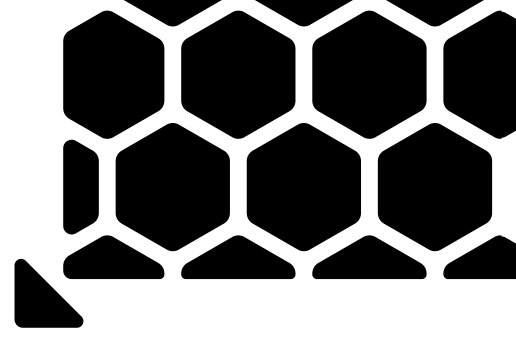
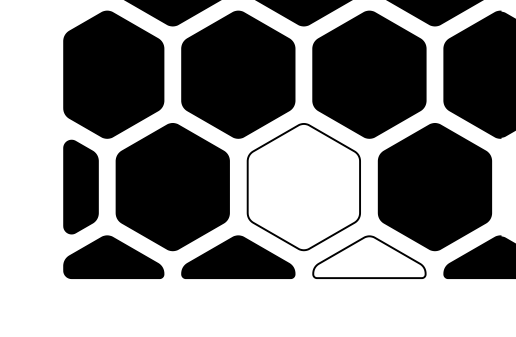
fill at (303, 186): present -> none
fill at (369, 257): present -> none
part at (48, 293): present -> none
